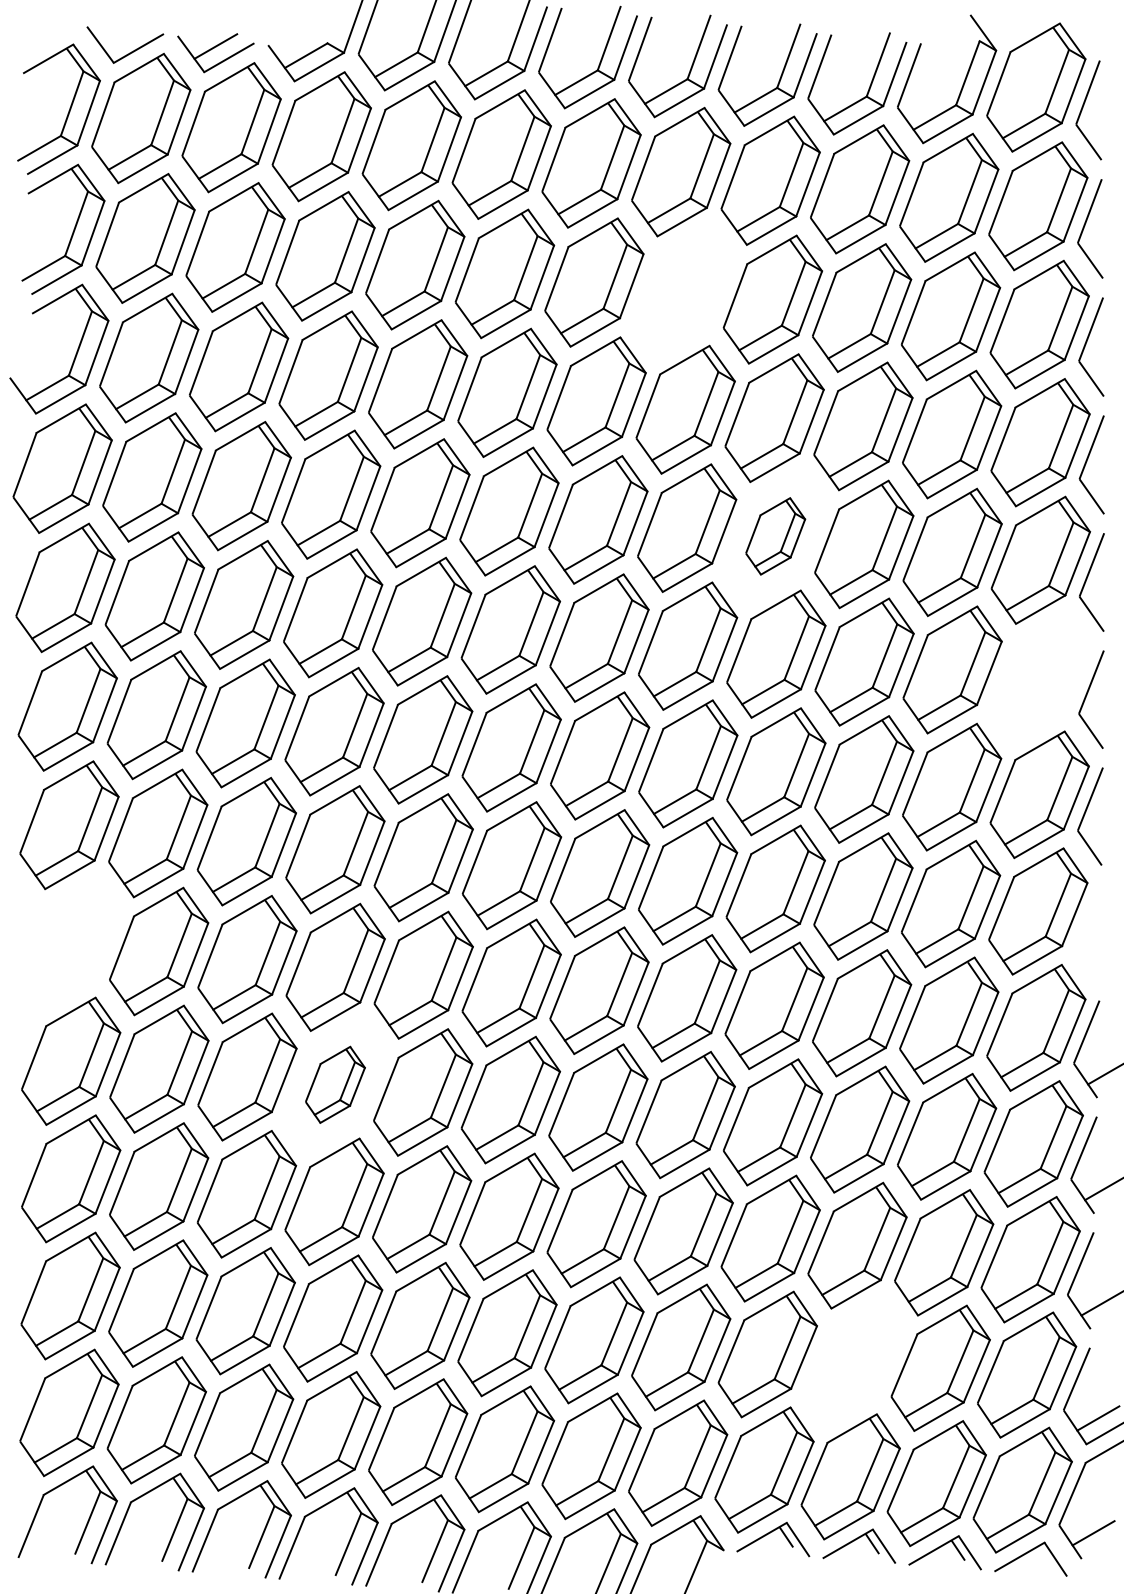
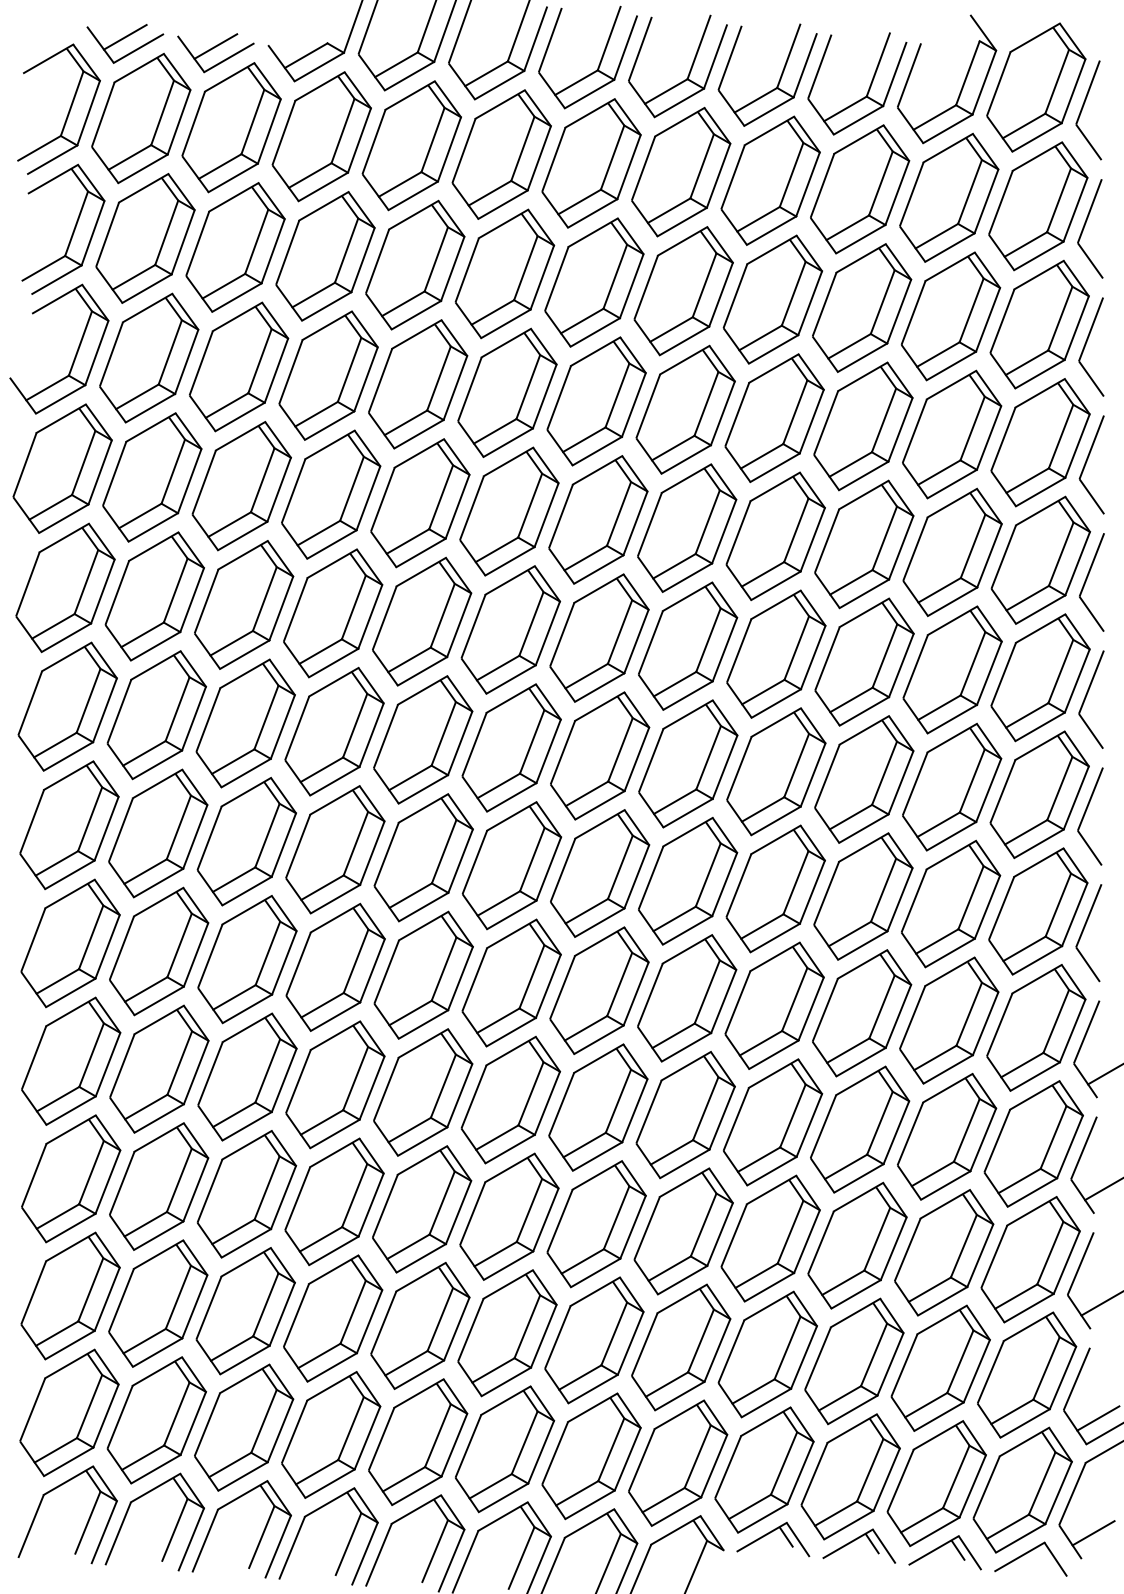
line at (125, 36): none -> present
part at (683, 291): none -> present
part at (775, 536) size: 62x79 px -> 101x131 px
part at (1040, 677): none -> present
part at (1088, 933): none -> present
part at (70, 943): none -> present
part at (335, 1084) size: 61x79 px -> 101x130 px
part at (854, 1361): none -> present
